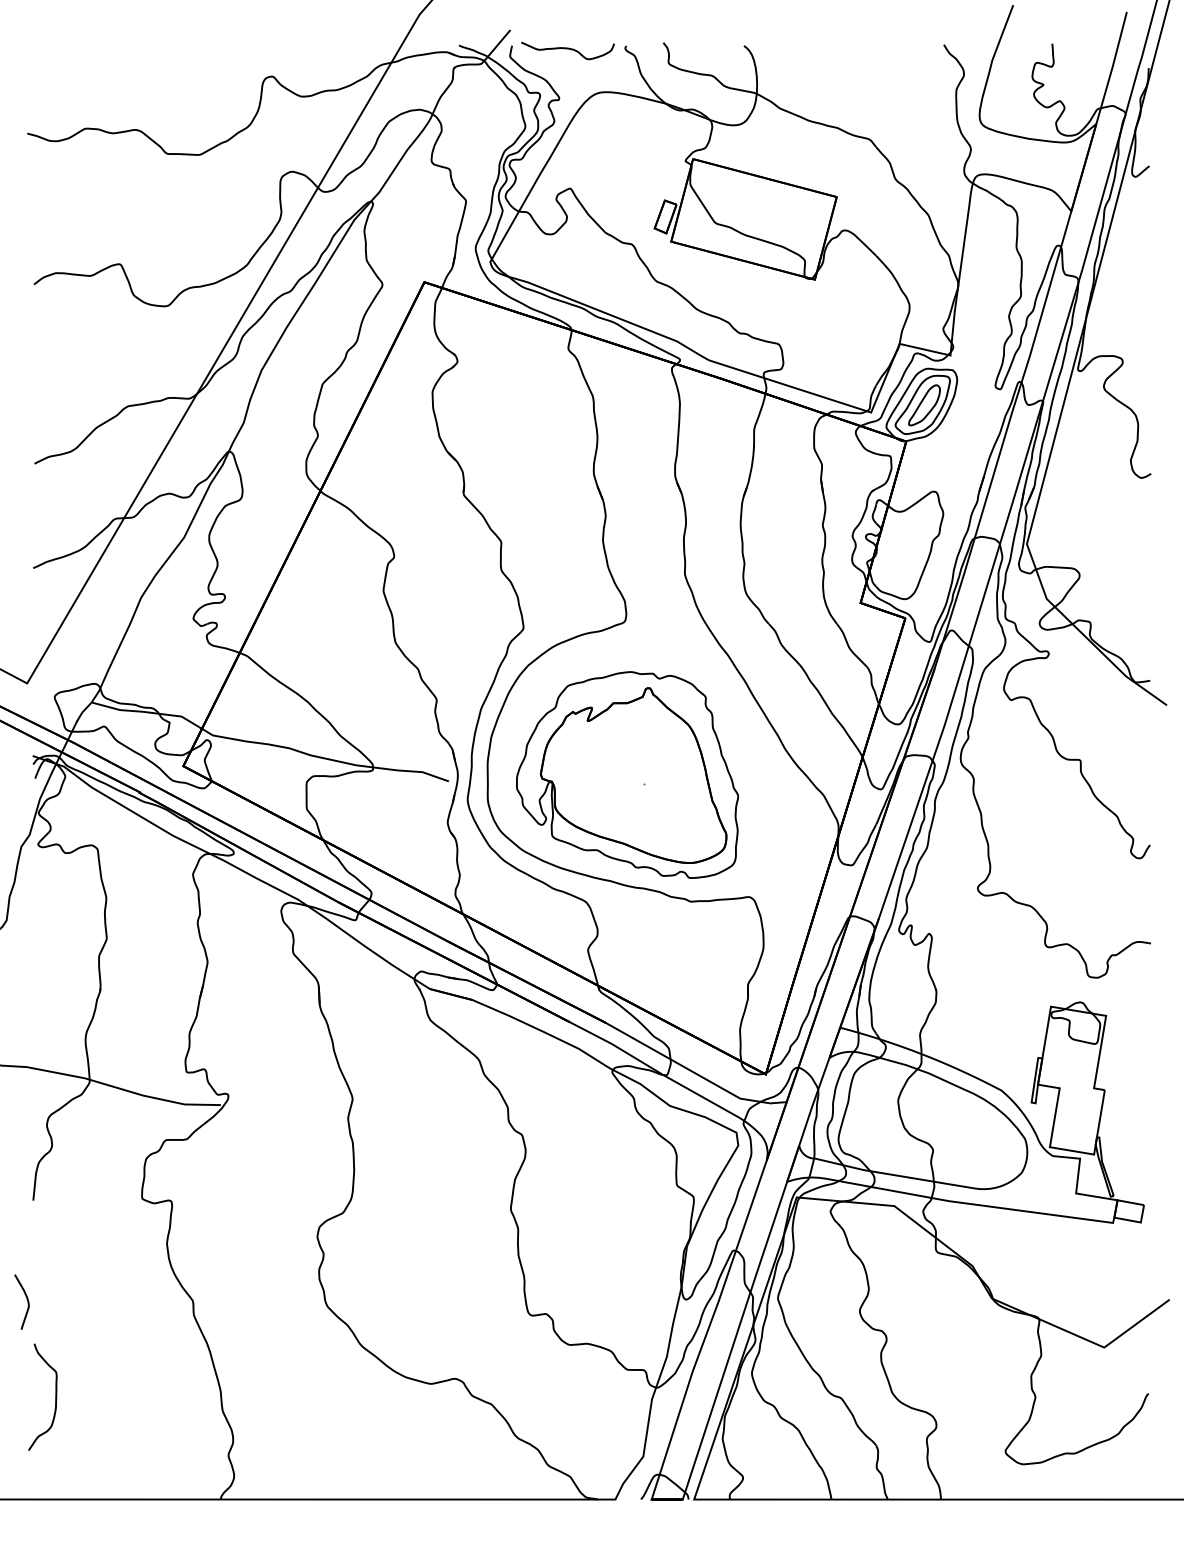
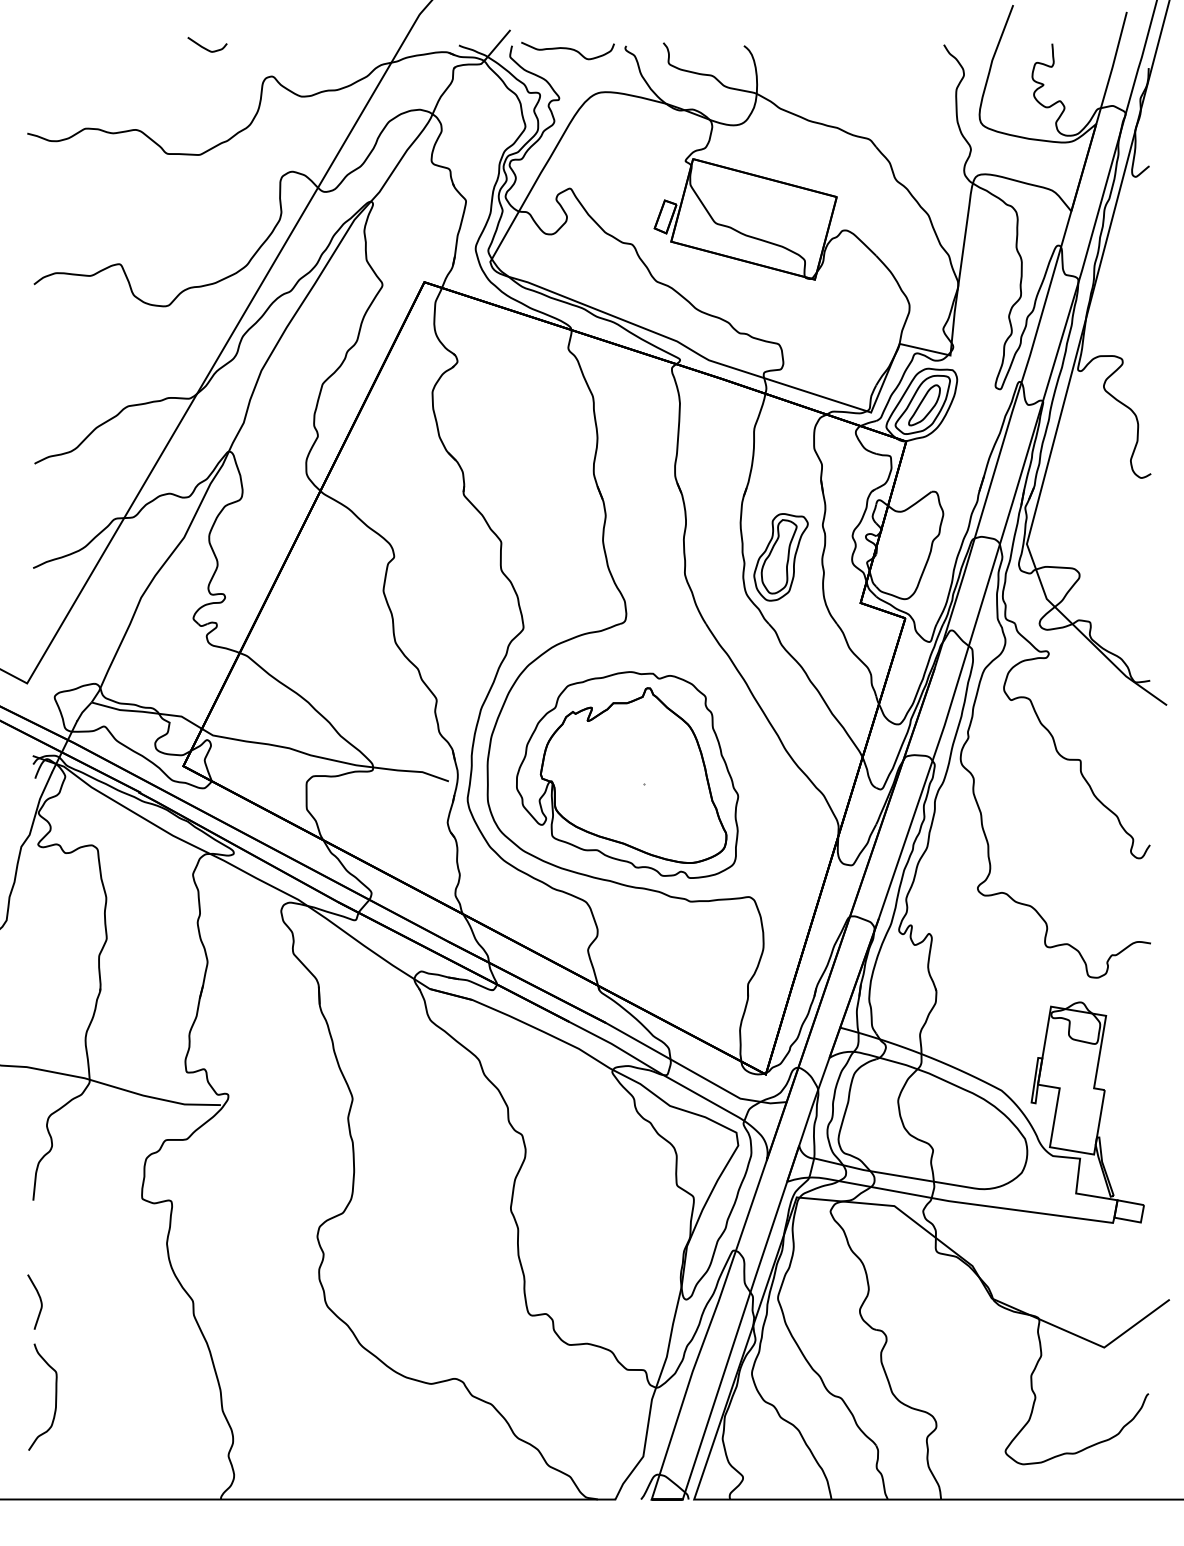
curve at (205, 47): none -> present
part at (780, 557): none -> present
curve at (26, 1299) position: (26, 1299) -> (39, 1299)
